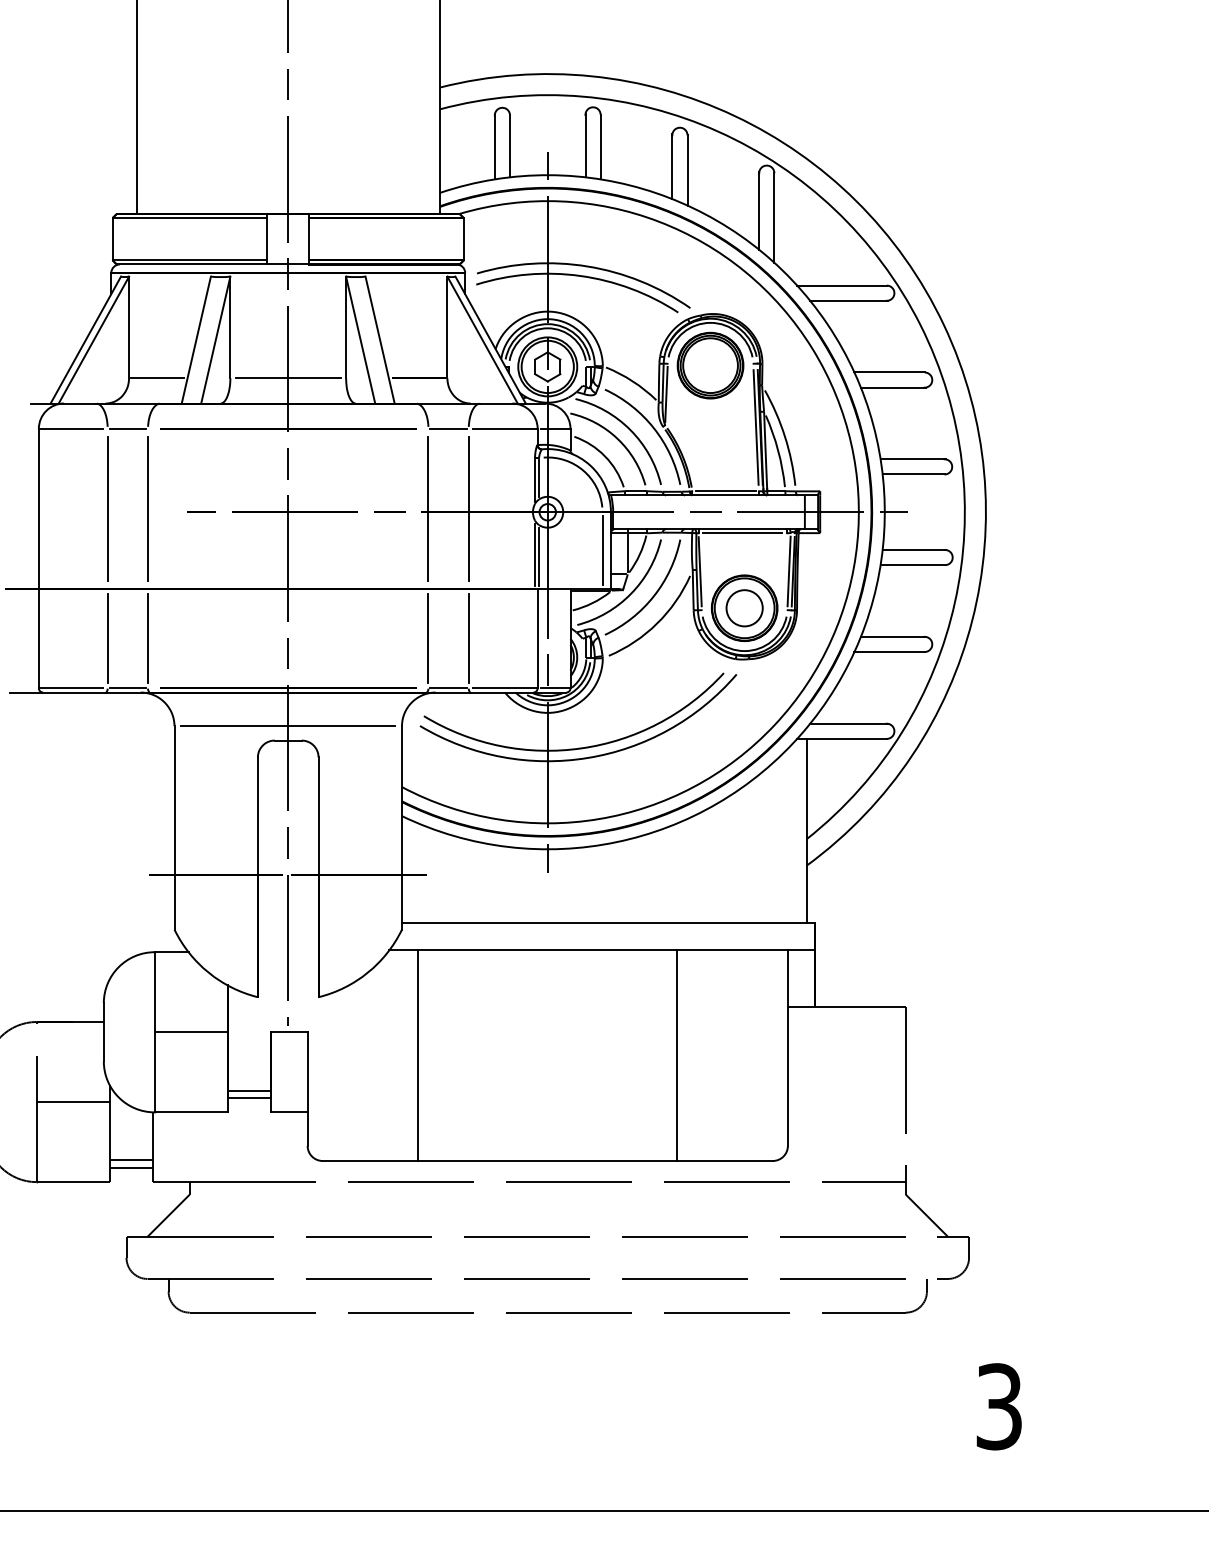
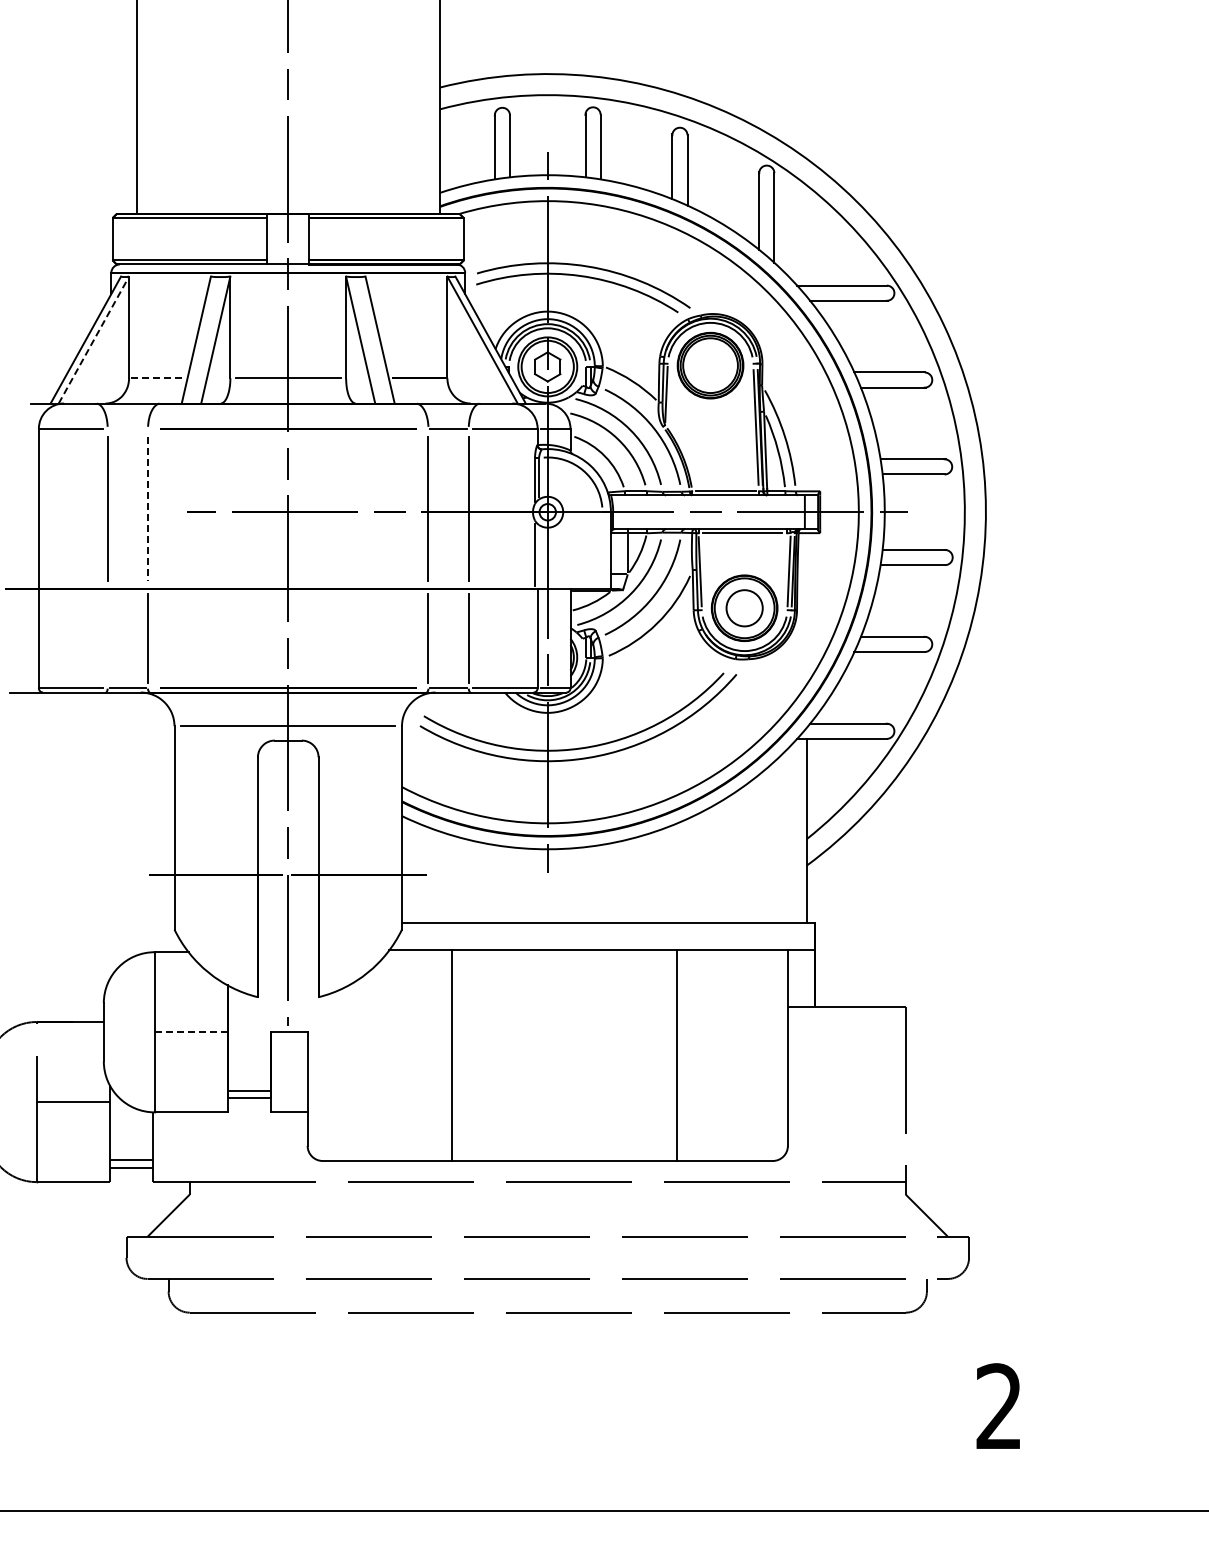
line at (93, 340): solid -> dashed
line at (158, 378): solid -> dashed
line at (127, 428): present -> none
line at (148, 509): solid -> dashed
line at (602, 550): present -> none
line at (539, 556): present -> none
line at (107, 638): present -> none
line at (191, 1032): solid -> dashed
line at (418, 1055) position: (418, 1055) -> (452, 1055)
text at (998, 1406): 3 -> 2
